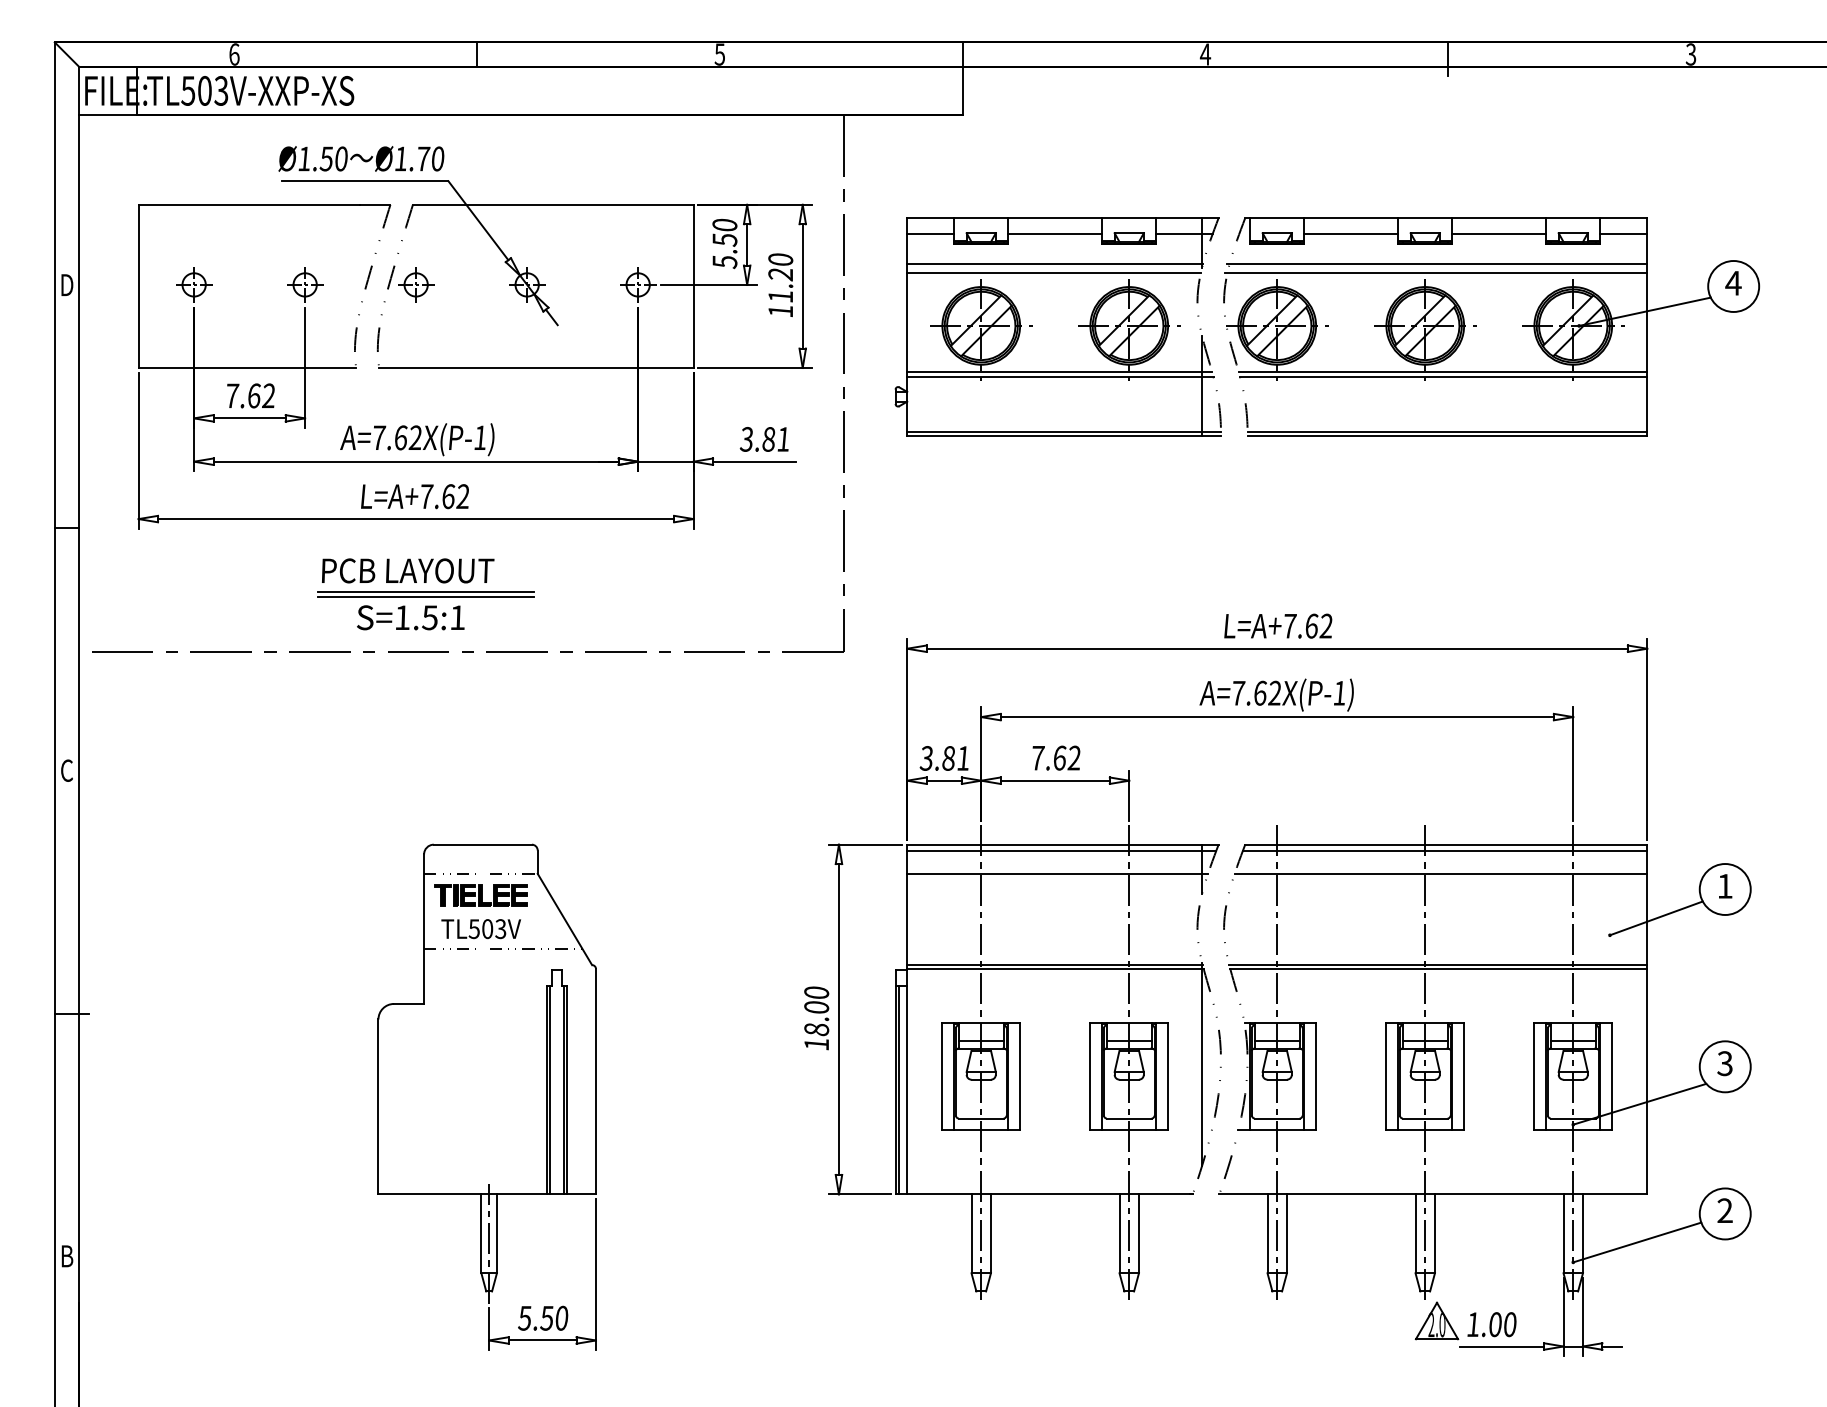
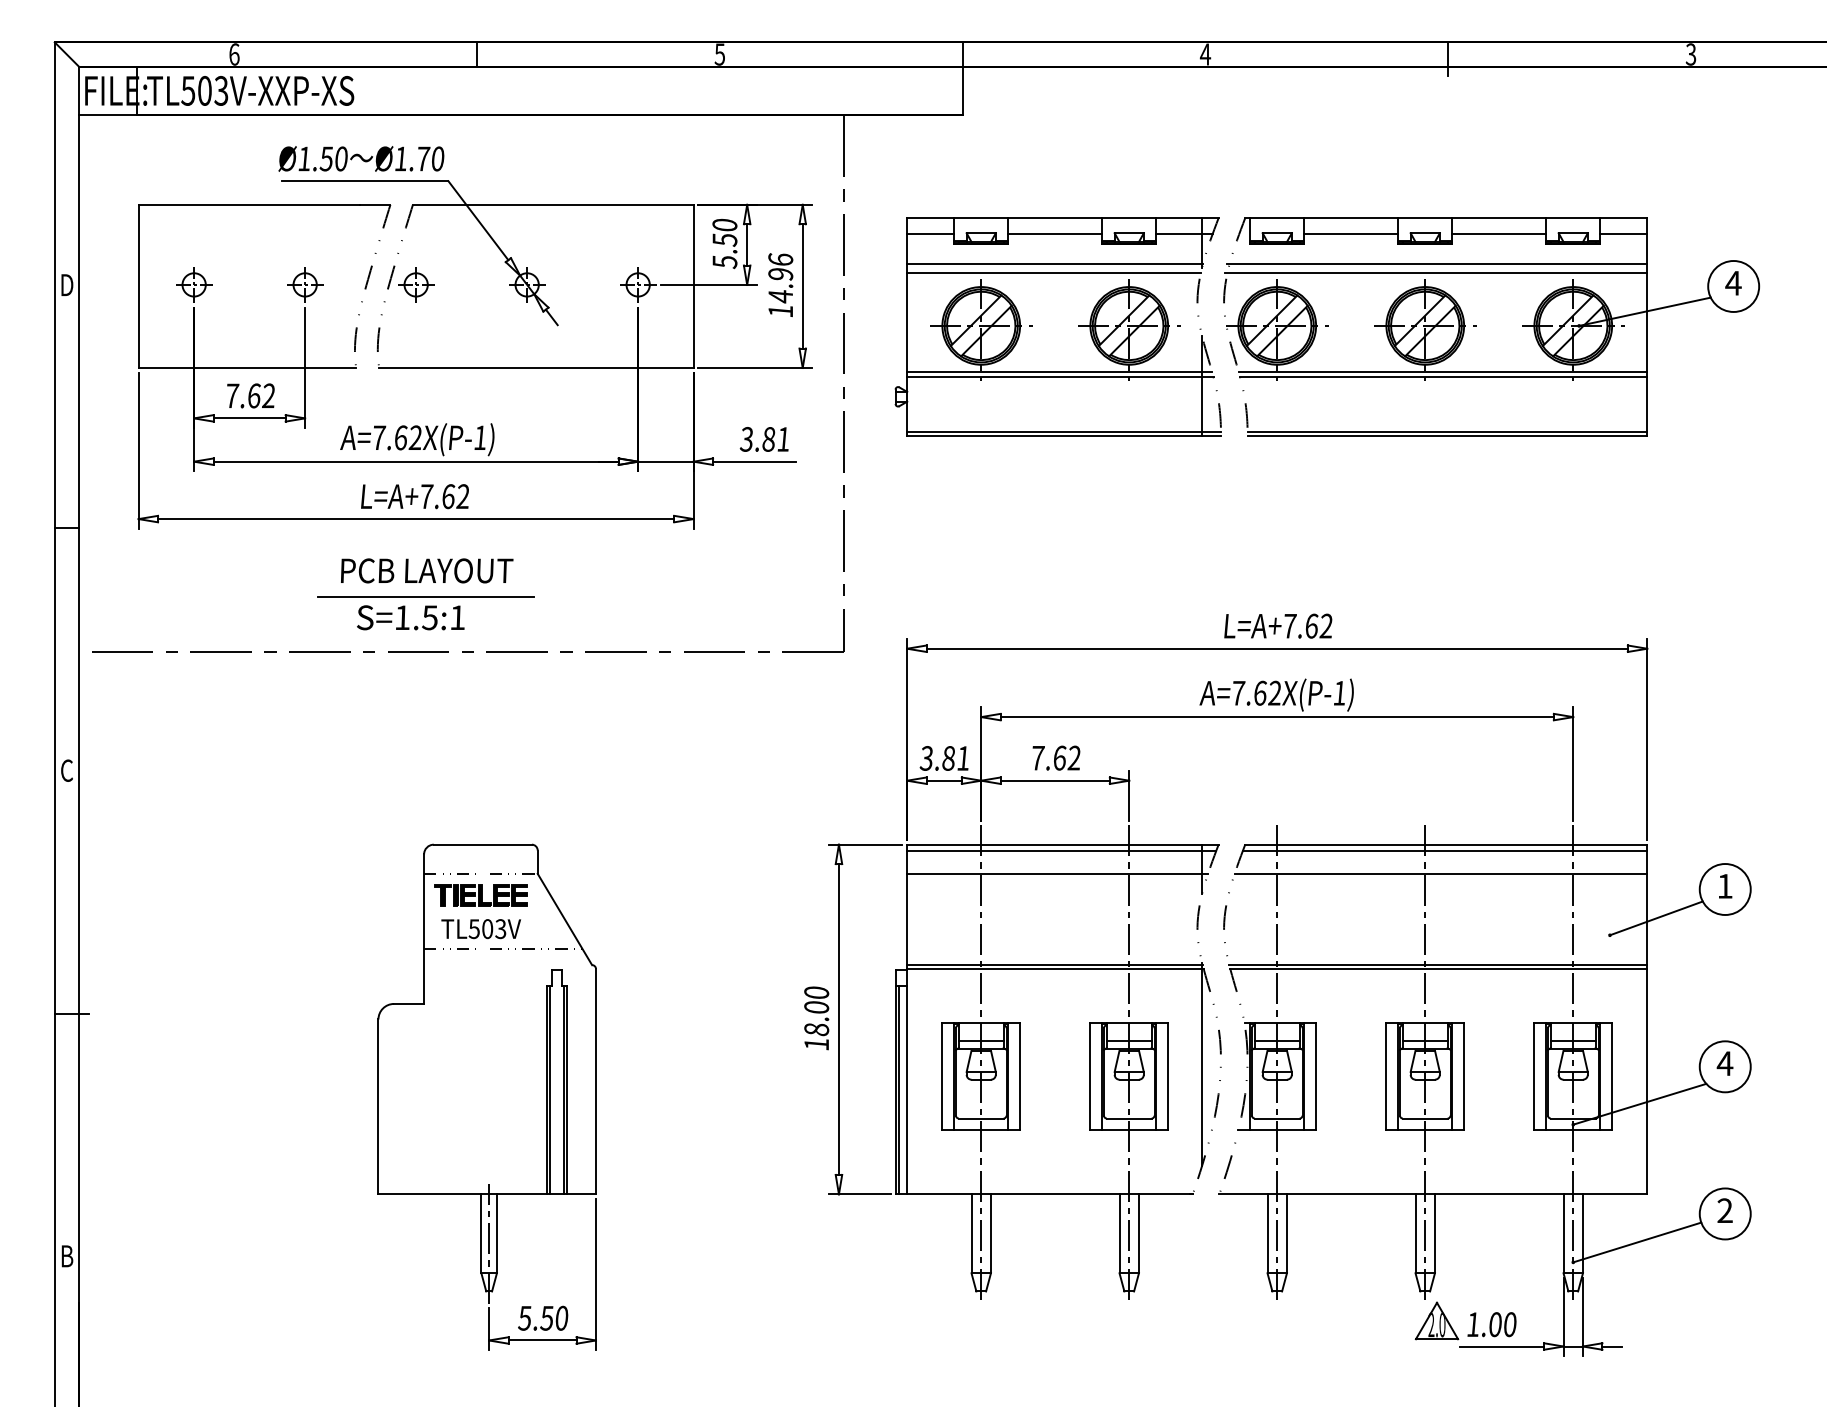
text at (780, 278): 11.20 -> 14.96
text at (408, 570) position: (408, 570) -> (427, 570)
line at (425, 592): present -> none
text at (1724, 1063): 3 -> 4
